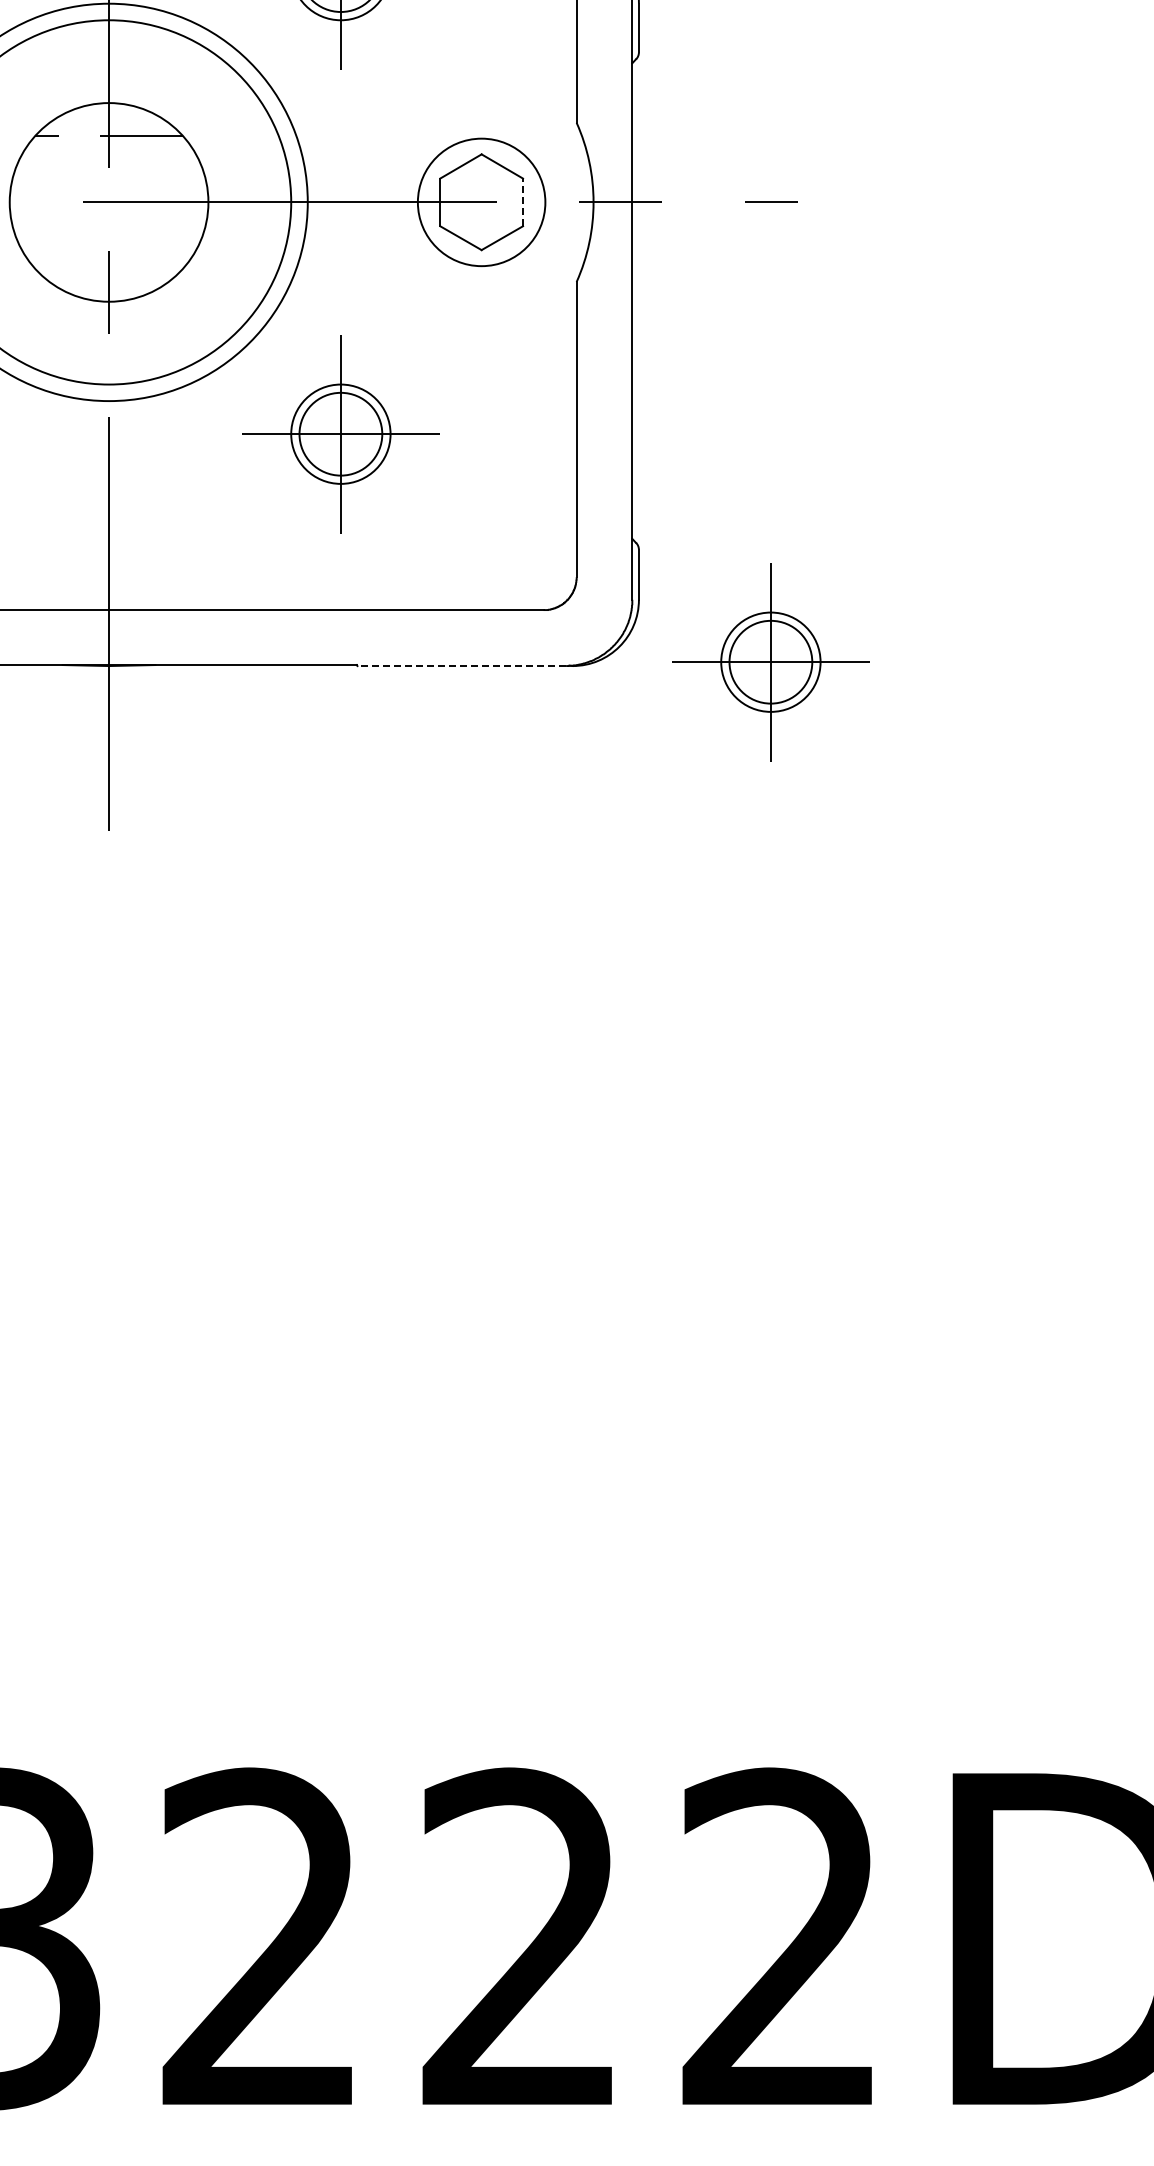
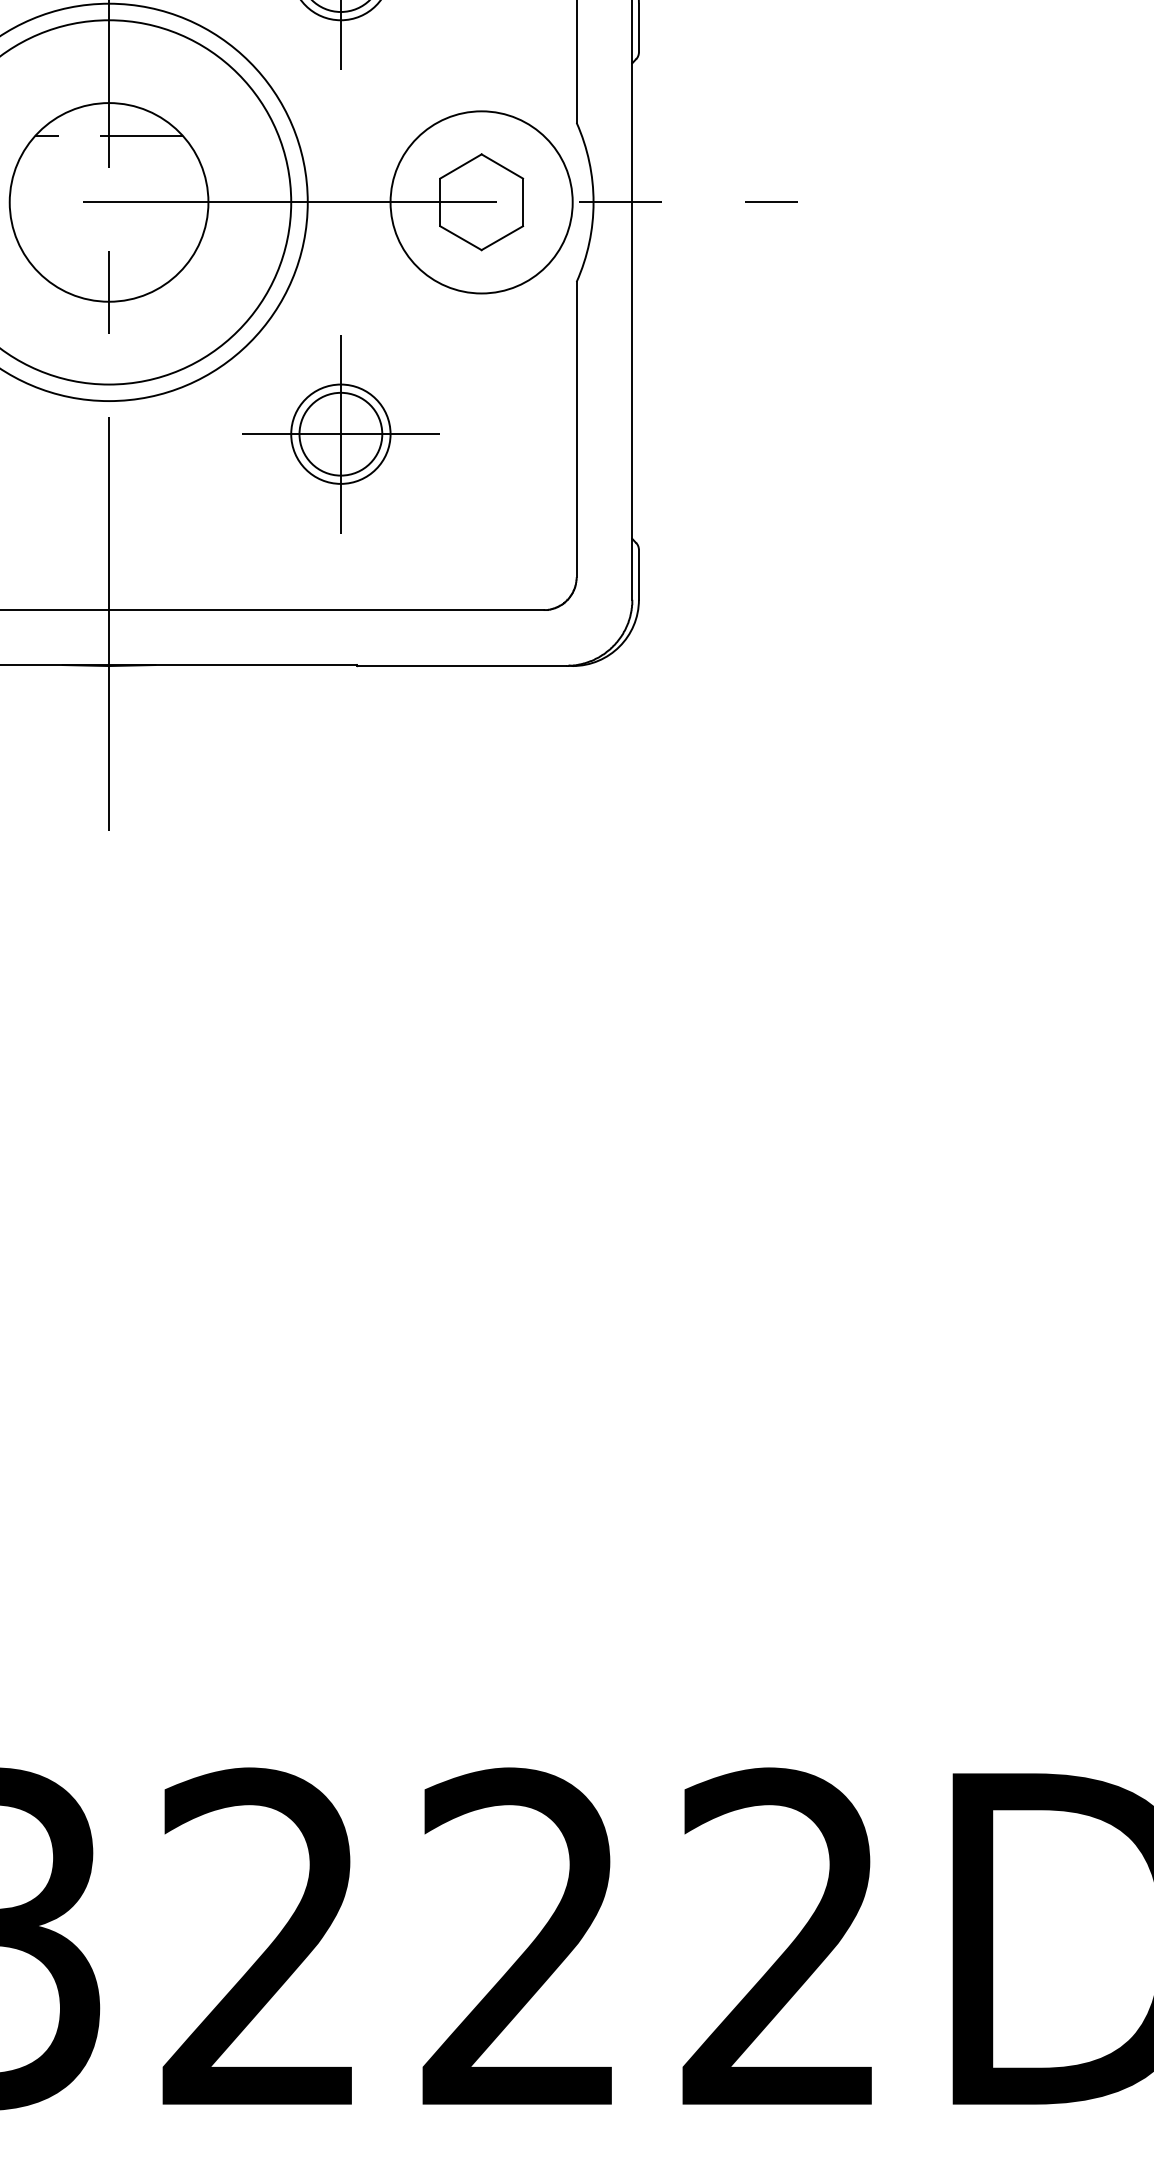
circle at (481, 202) diameter: 127 px -> 182 px
line at (523, 202): dashed -> solid
part at (770, 662): present -> none
line at (461, 666): dashed -> solid
